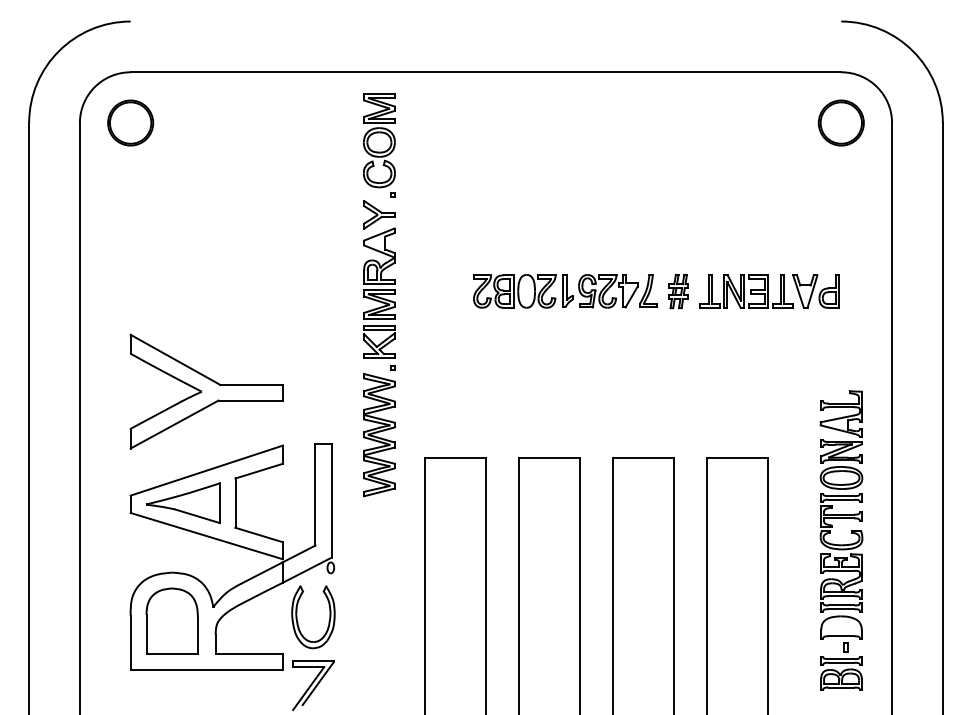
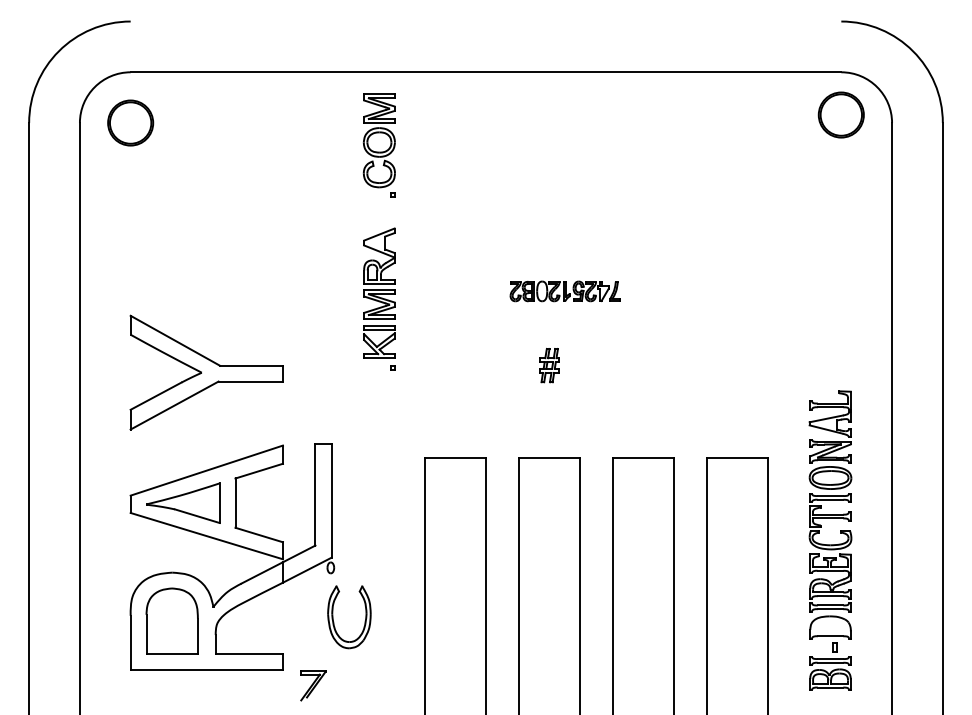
part at (840, 122) position: (840, 122) -> (840, 114)
part at (379, 214): present -> none
part at (565, 291) size: 185x35 px -> 112x23 px
part at (678, 291) position: (678, 291) -> (549, 365)
part at (769, 291): present -> none
part at (206, 391) position: (206, 391) -> (206, 372)
part at (379, 435): present -> none
part at (841, 540) position: (841, 540) -> (830, 540)
part at (328, 621) position: (328, 621) -> (364, 621)
part at (313, 685) size: 43x52 px -> 27x32 px
